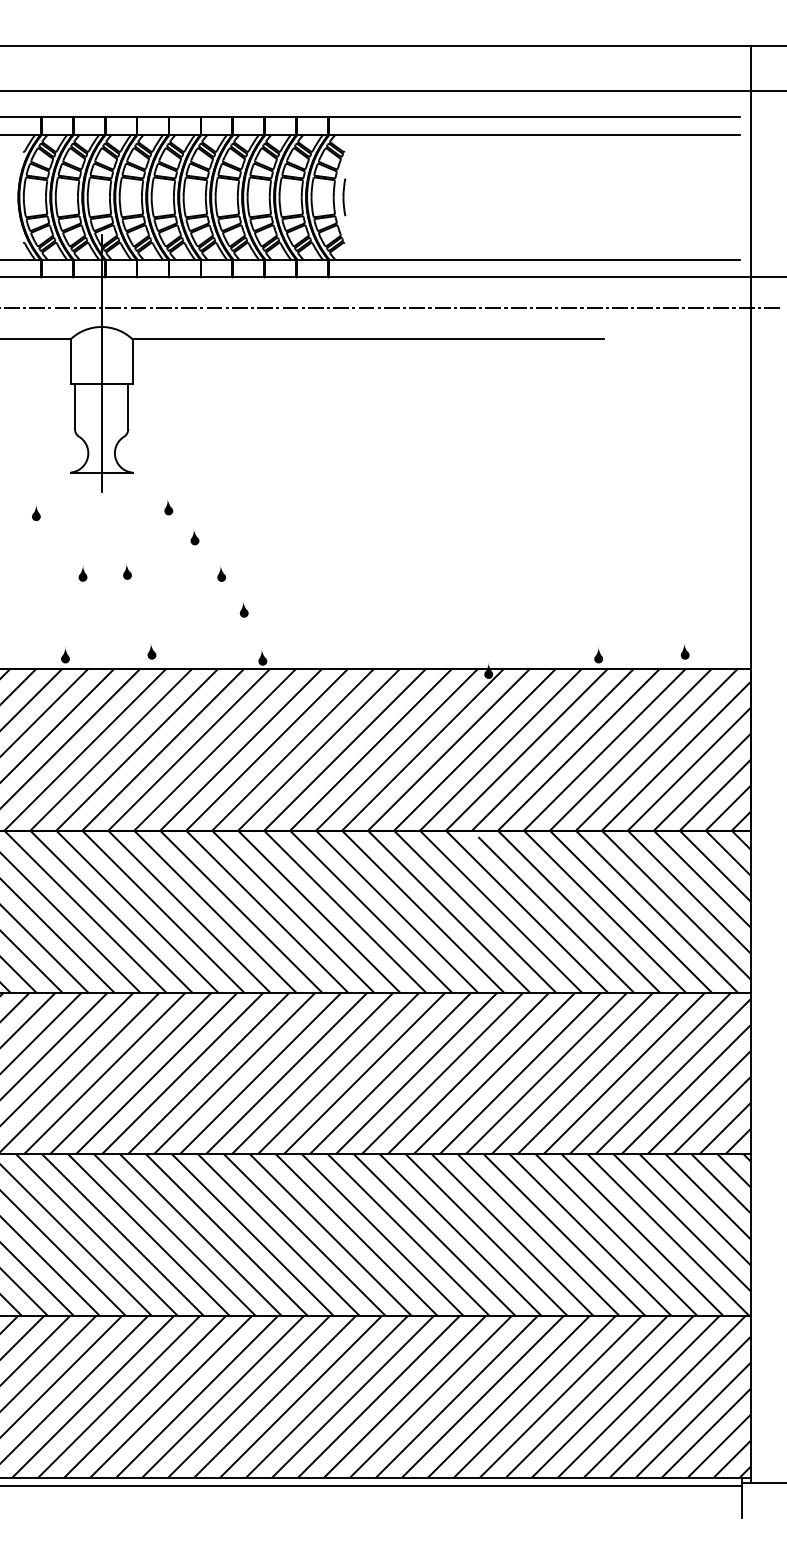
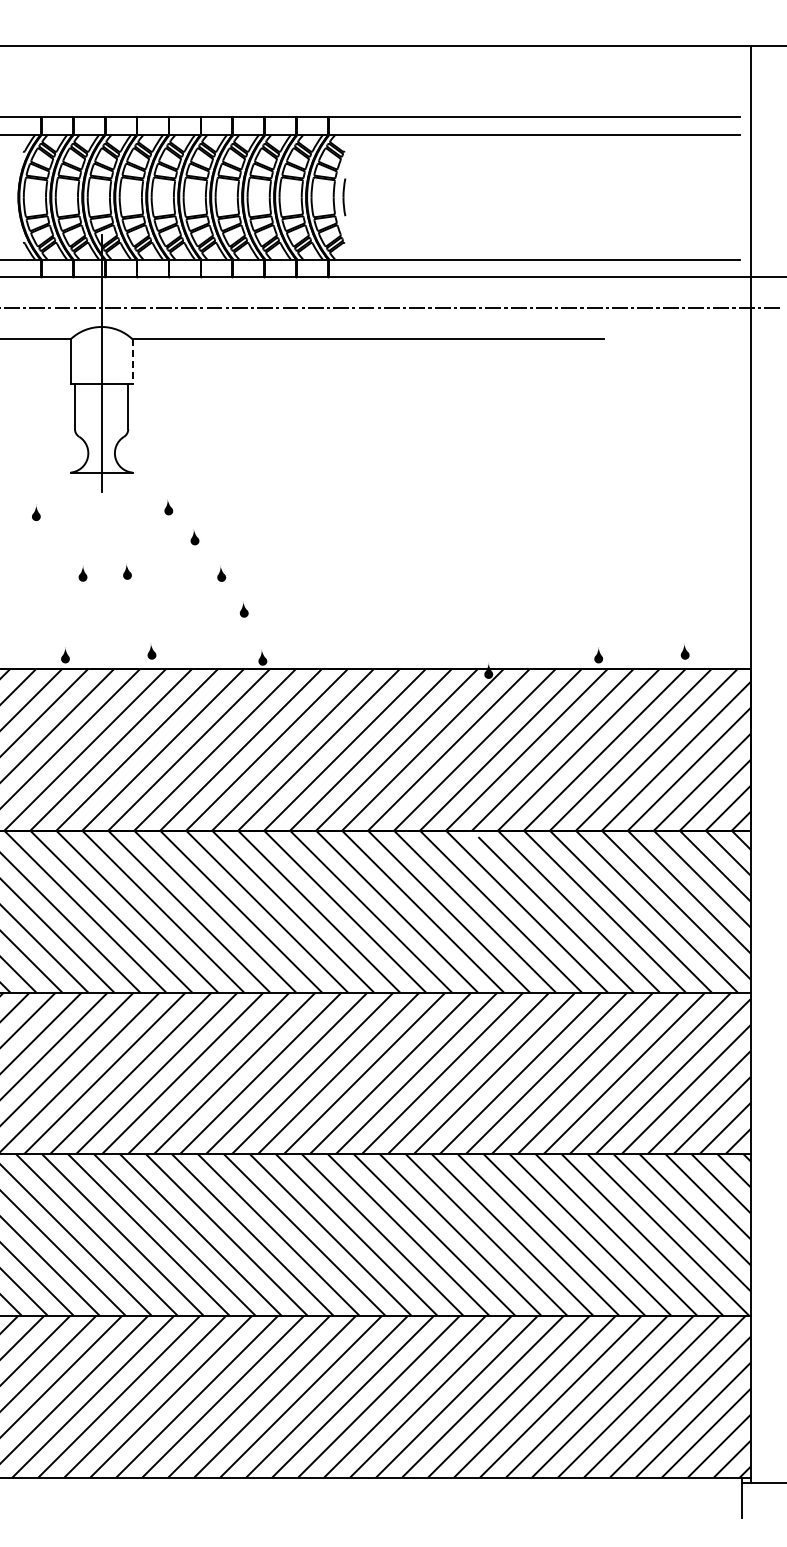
line at (392, 90): present -> none
line at (132, 362): solid -> dashed
line at (371, 1486): present -> none
